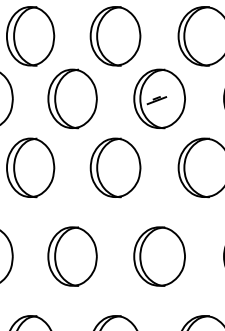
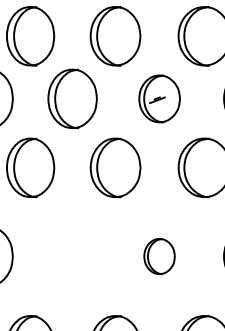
part at (159, 98) size: 53x62 px -> 43x50 px
part at (72, 256): present -> none
part at (159, 256) size: 53x61 px -> 33x38 px
